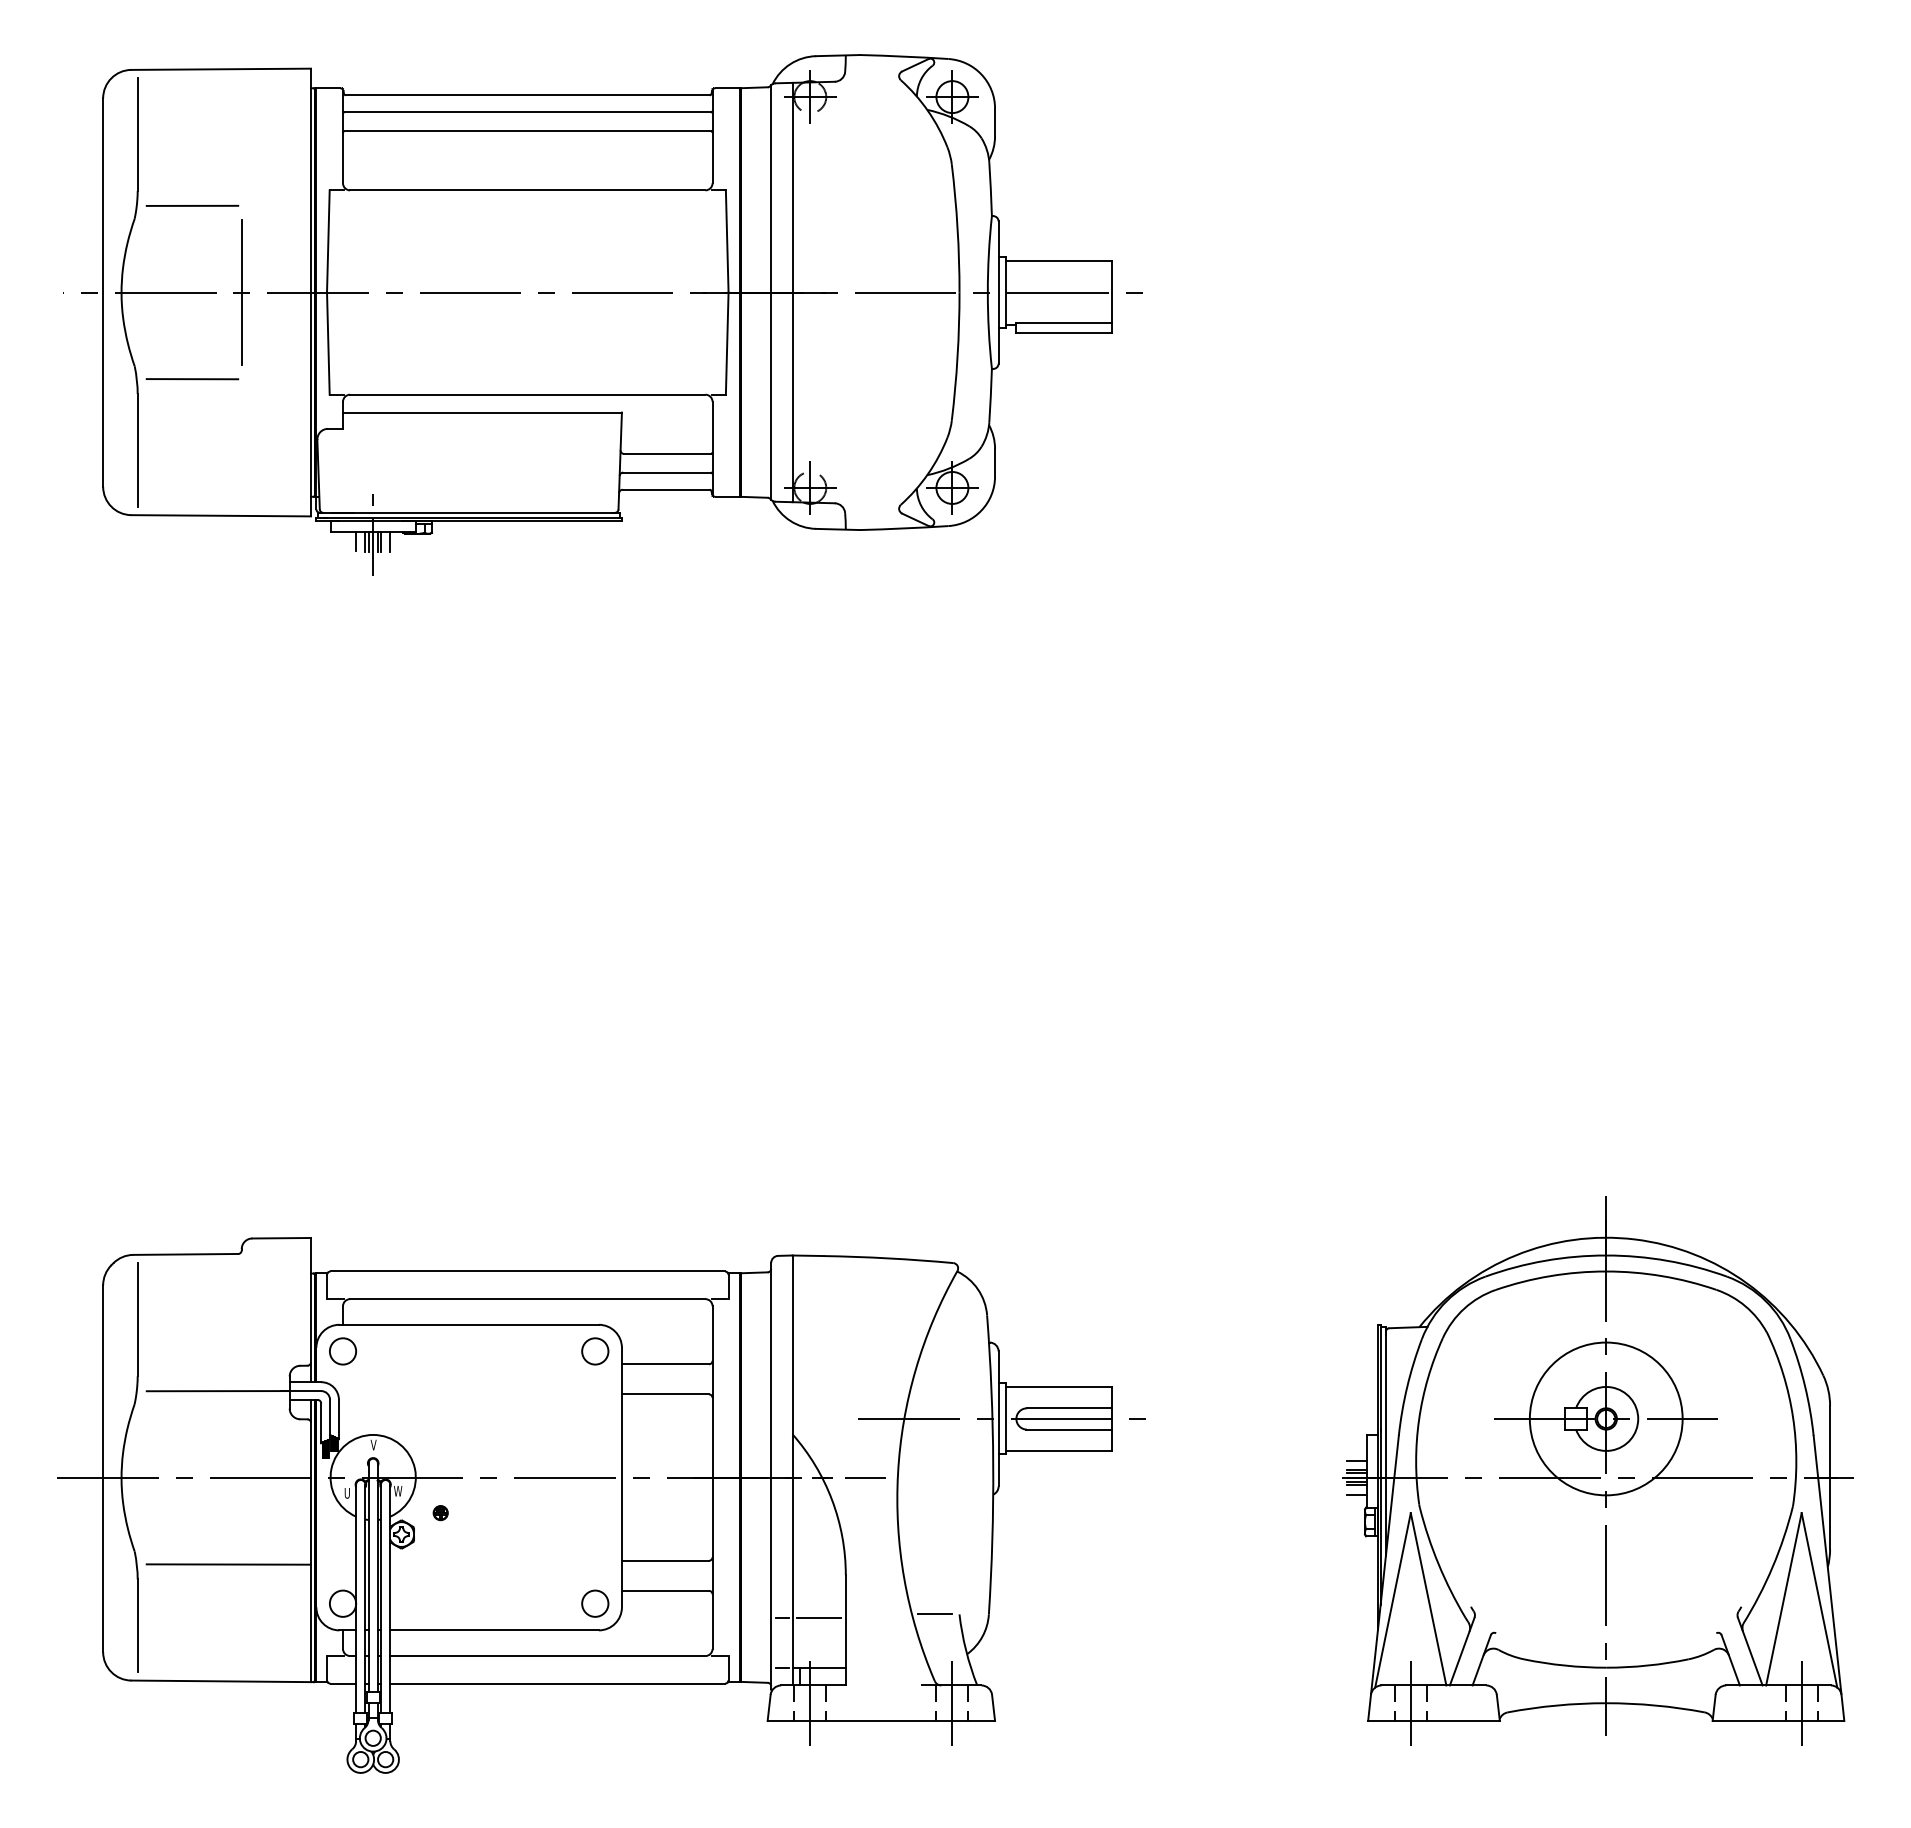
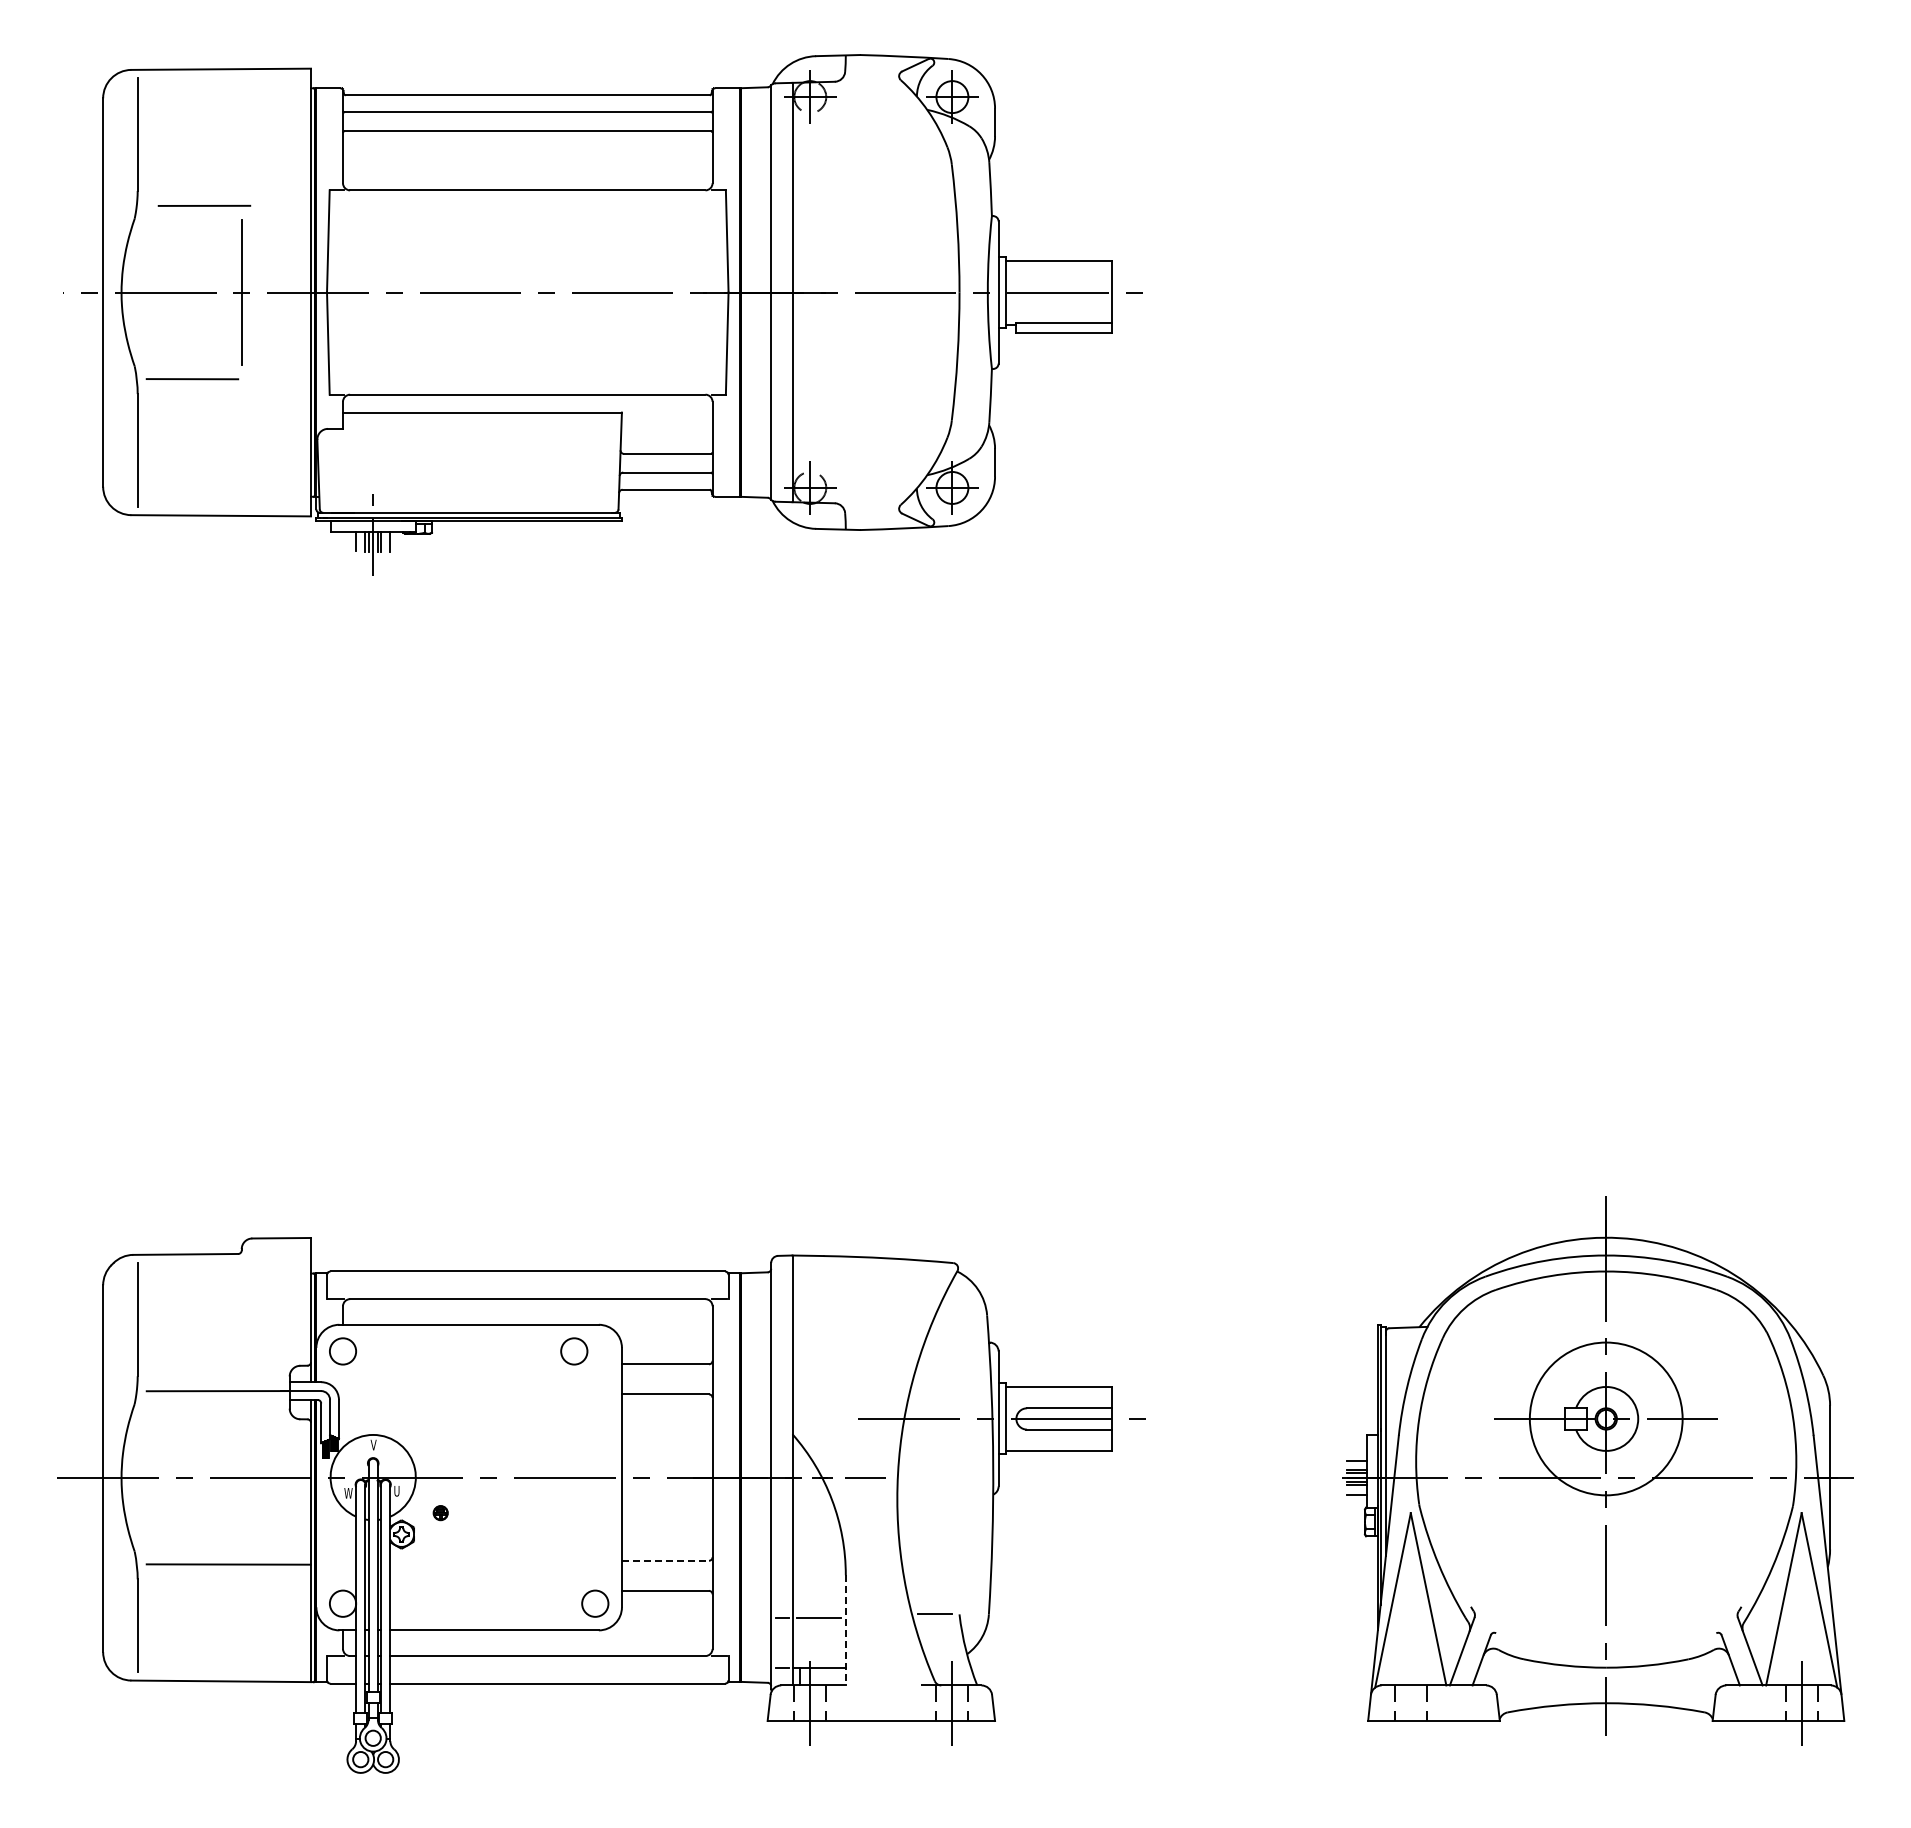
line at (192, 205) position: (192, 205) -> (204, 205)
circle at (595, 1351) position: (595, 1351) -> (574, 1351)
text at (398, 1491): W -> U
text at (348, 1493): U -> W
line at (665, 1560): solid -> dashed
line at (845, 1630): solid -> dashed
line at (1410, 1702): present -> none
